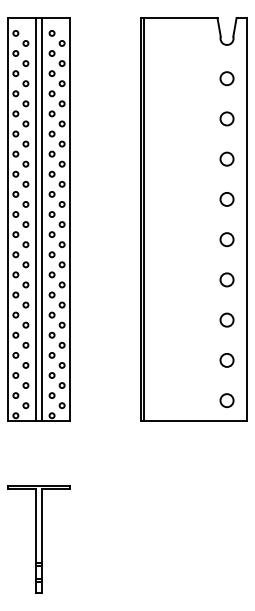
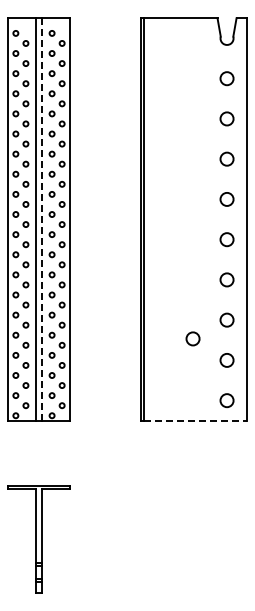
line at (42, 220): solid -> dashed
circle at (192, 338): none -> present
line at (195, 420): solid -> dashed
